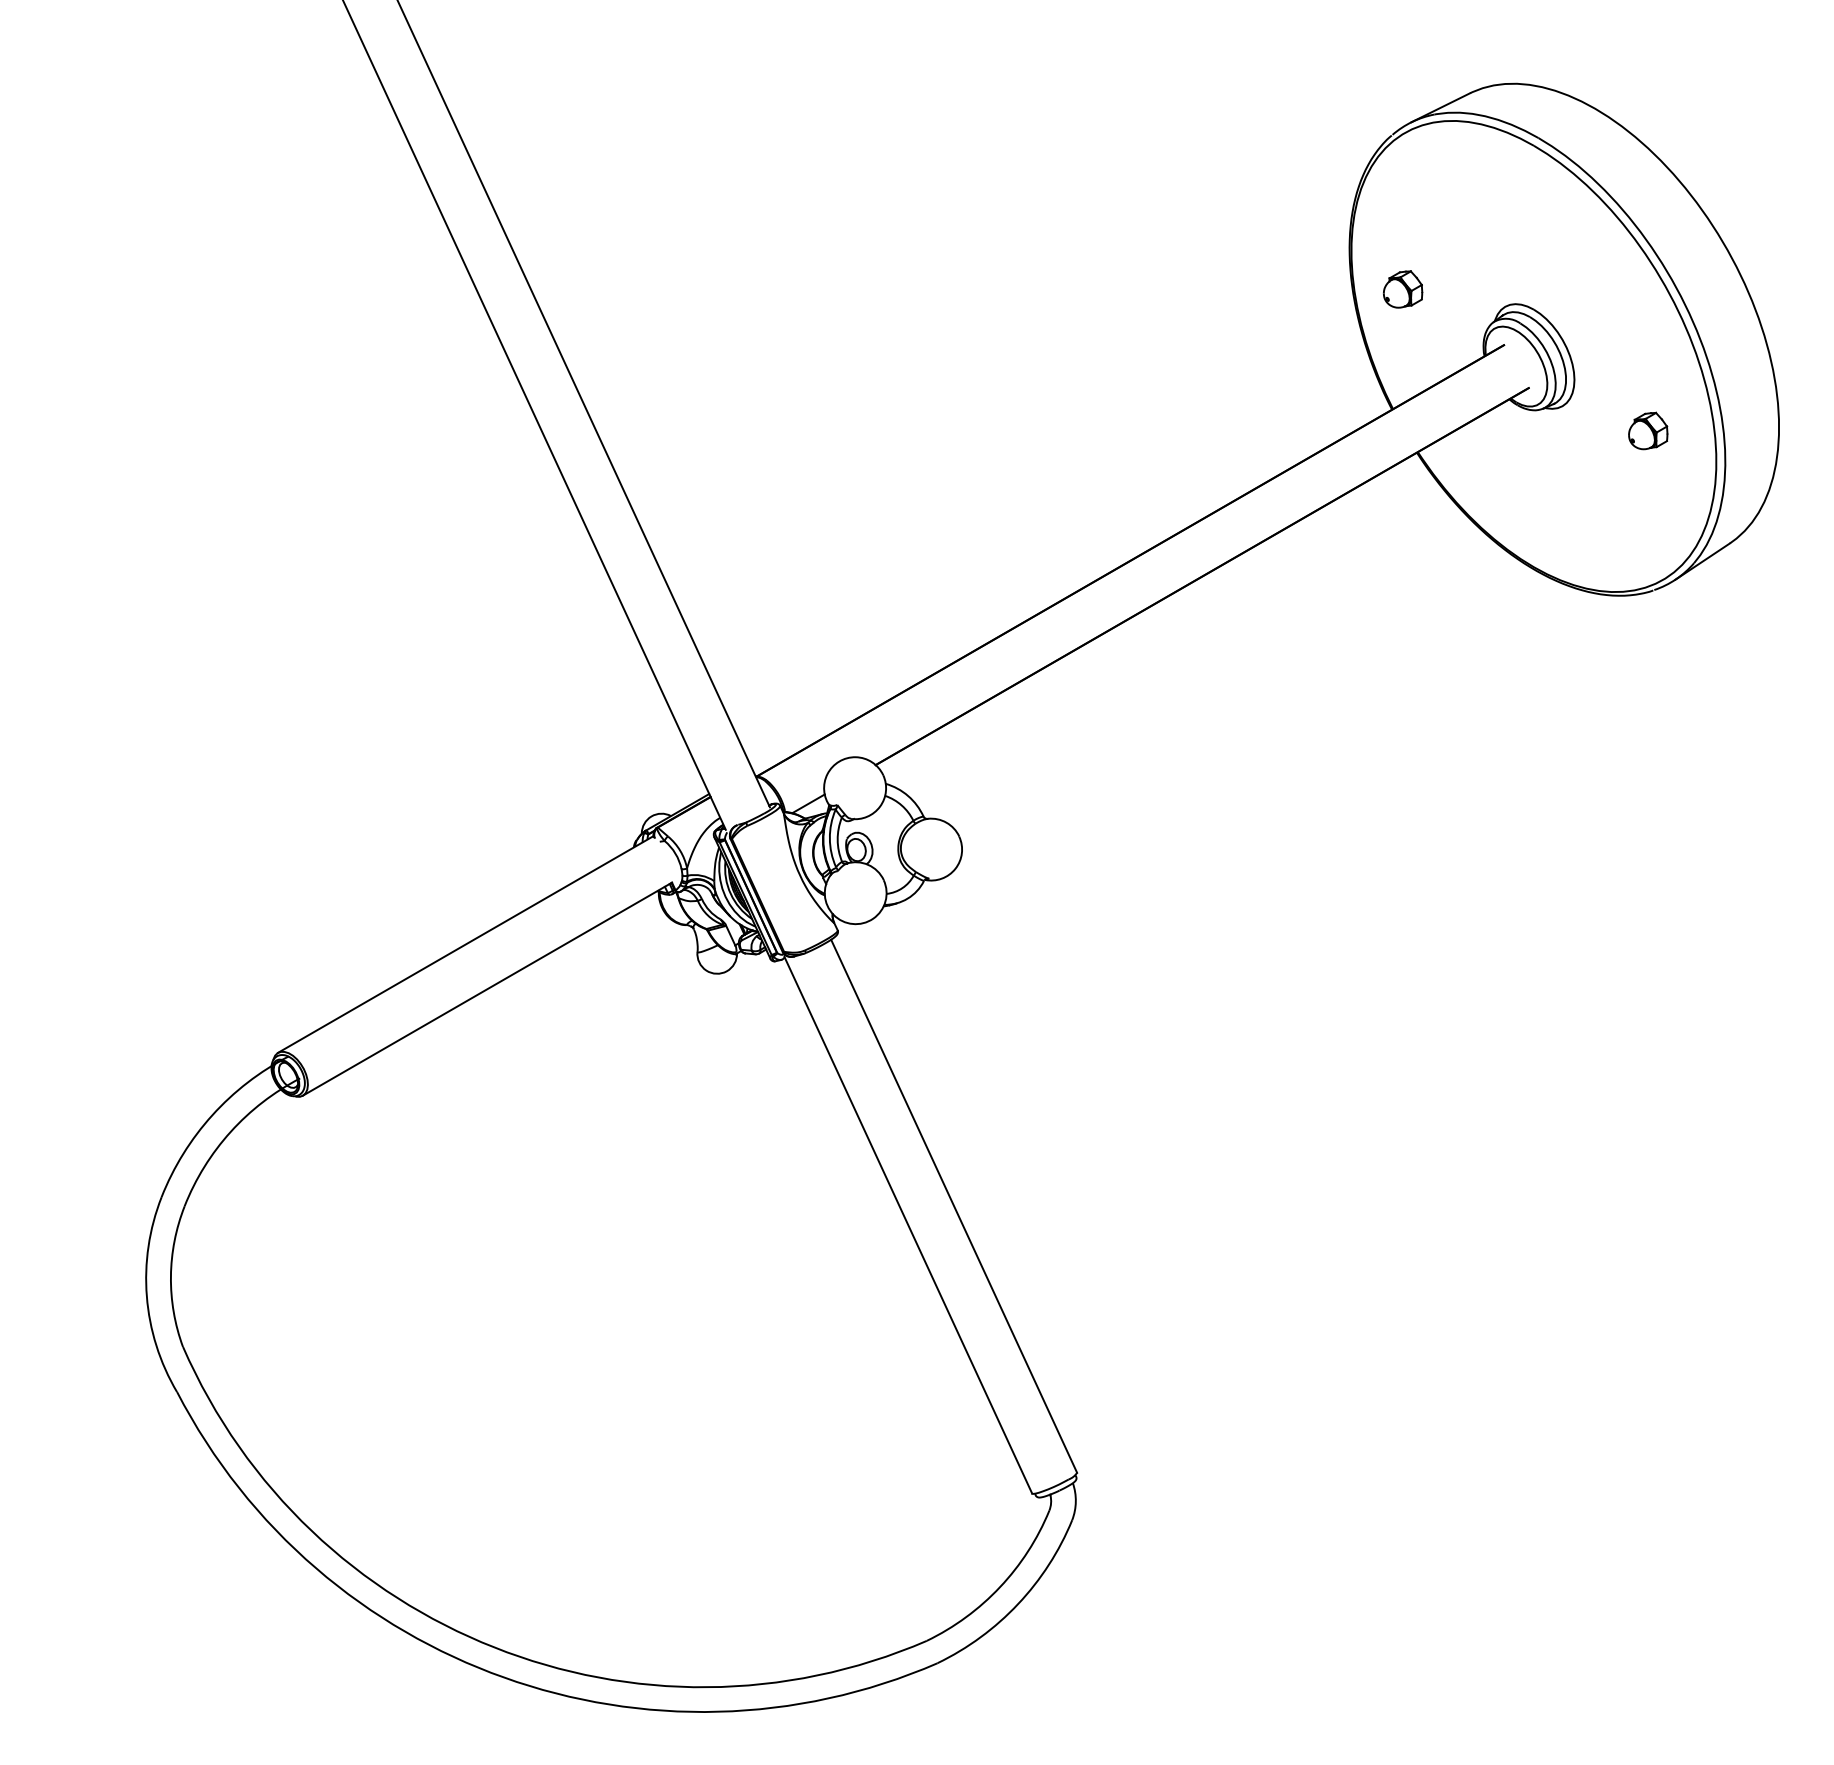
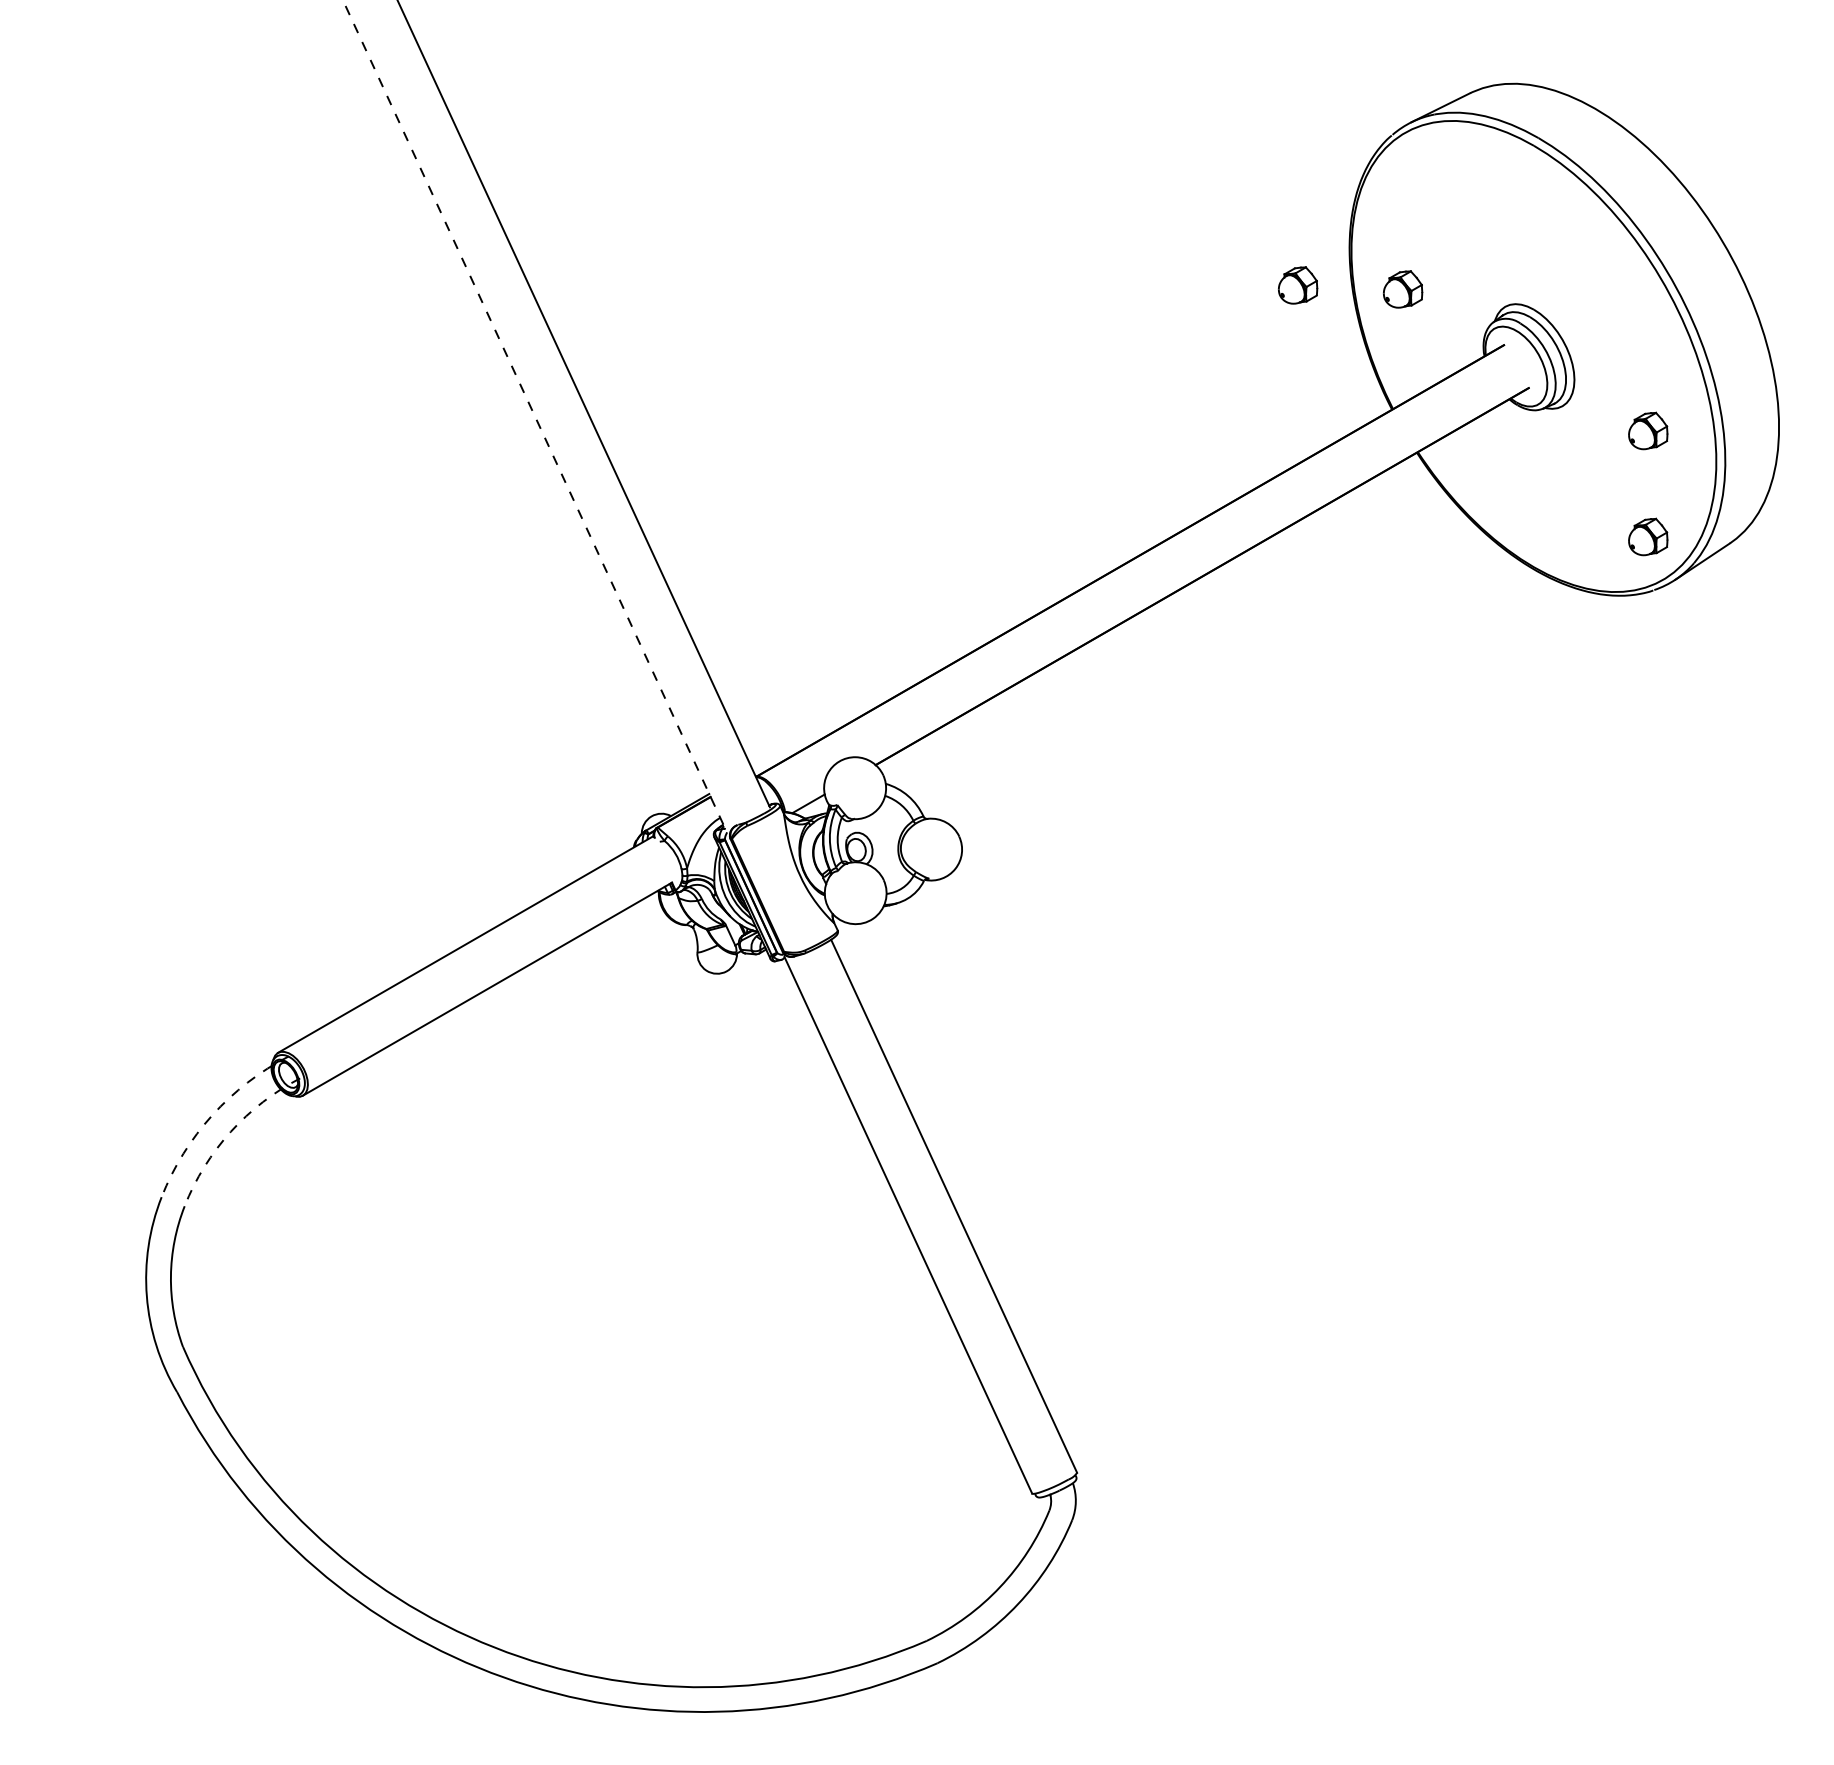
part at (1298, 285): none -> present
line at (534, 414): solid -> dashed
part at (1648, 536): none -> present
arc at (212, 1115): solid -> dashed
arc at (230, 1131): solid -> dashed
